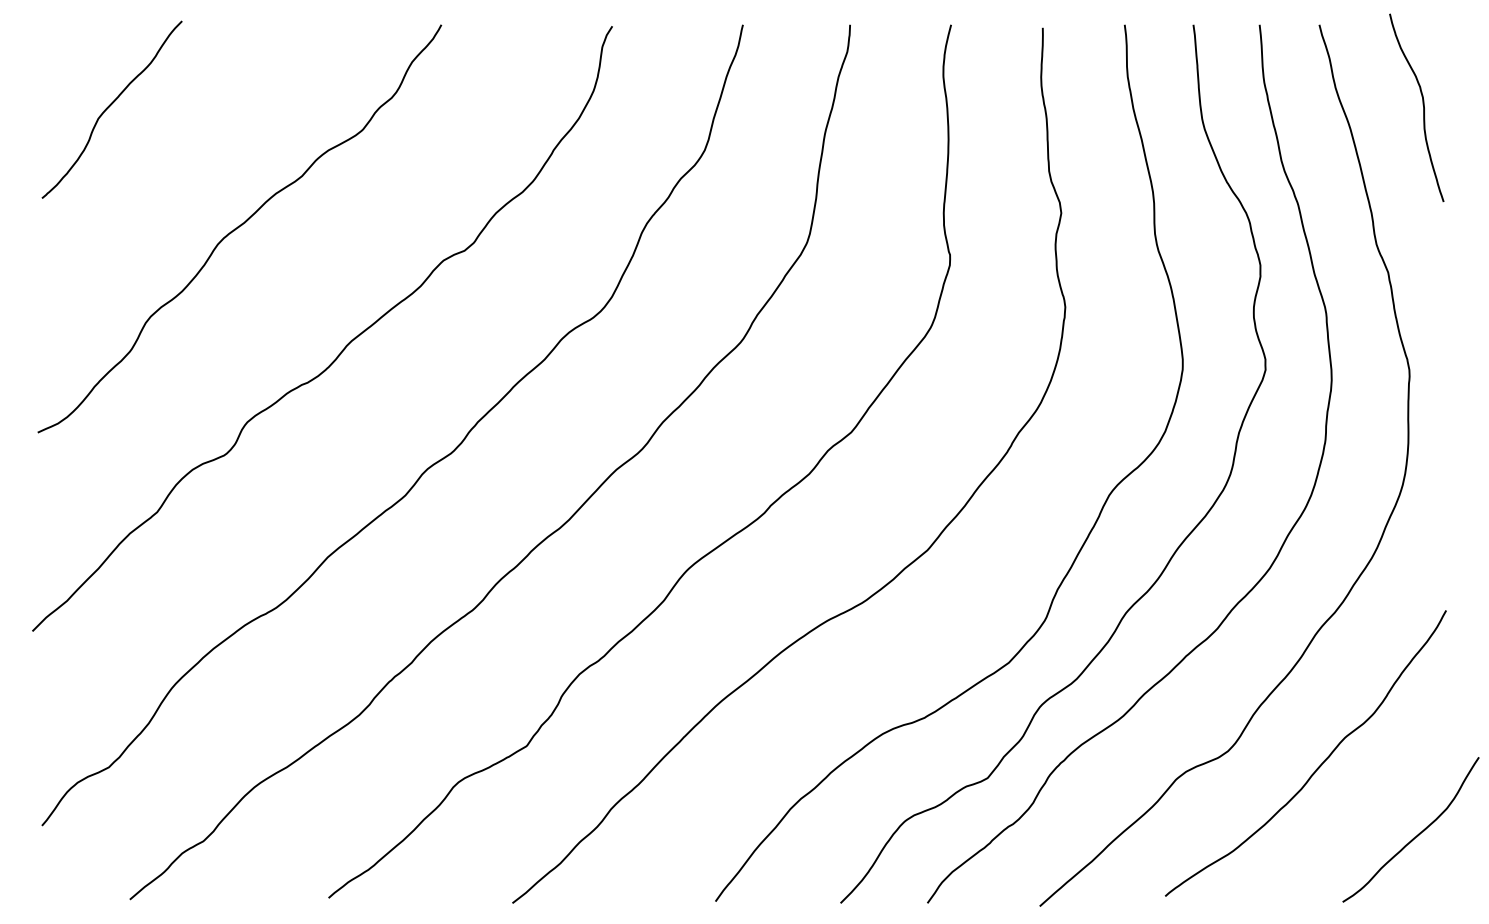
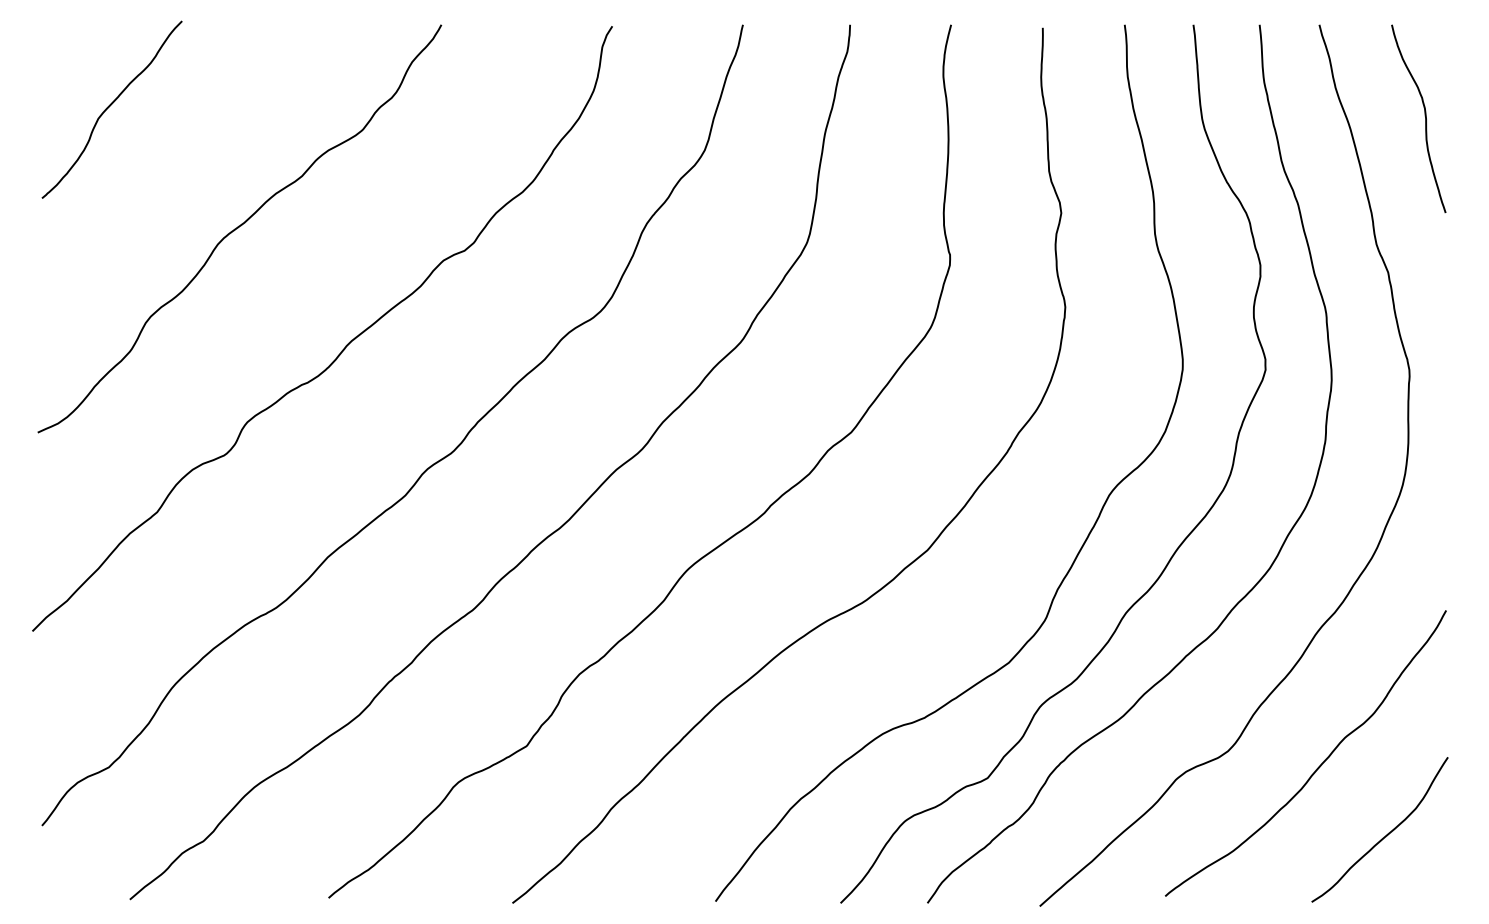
curve at (1422, 105) position: (1422, 105) -> (1424, 116)
curve at (1416, 835) position: (1416, 835) -> (1385, 835)
